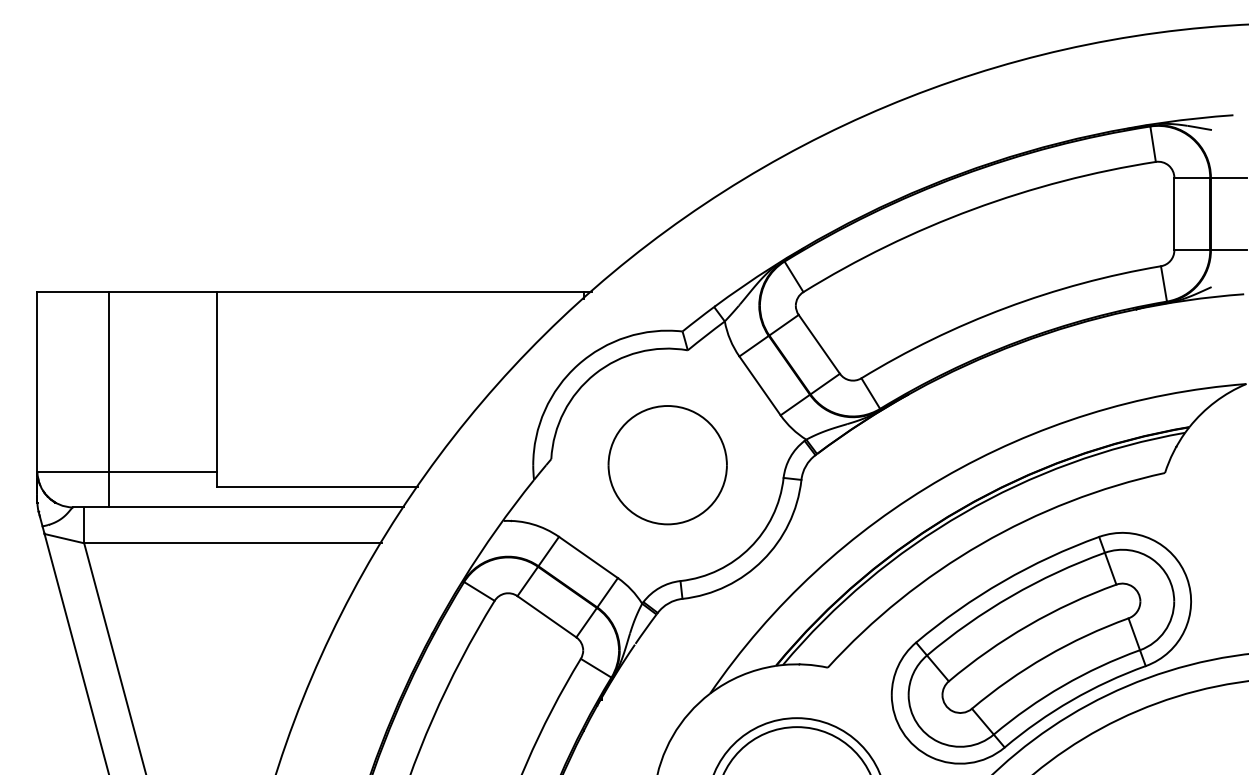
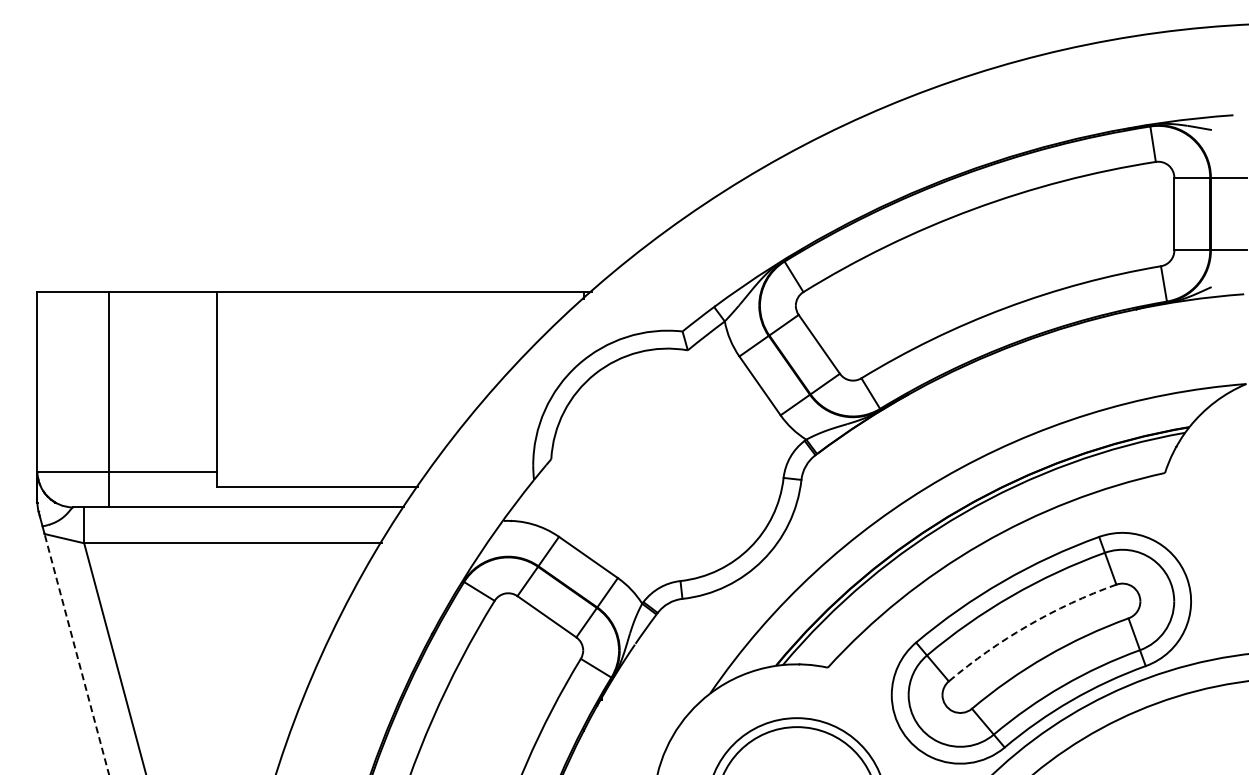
part at (667, 465): present -> none
arc at (1028, 625): solid -> dashed
line at (76, 653): solid -> dashed
